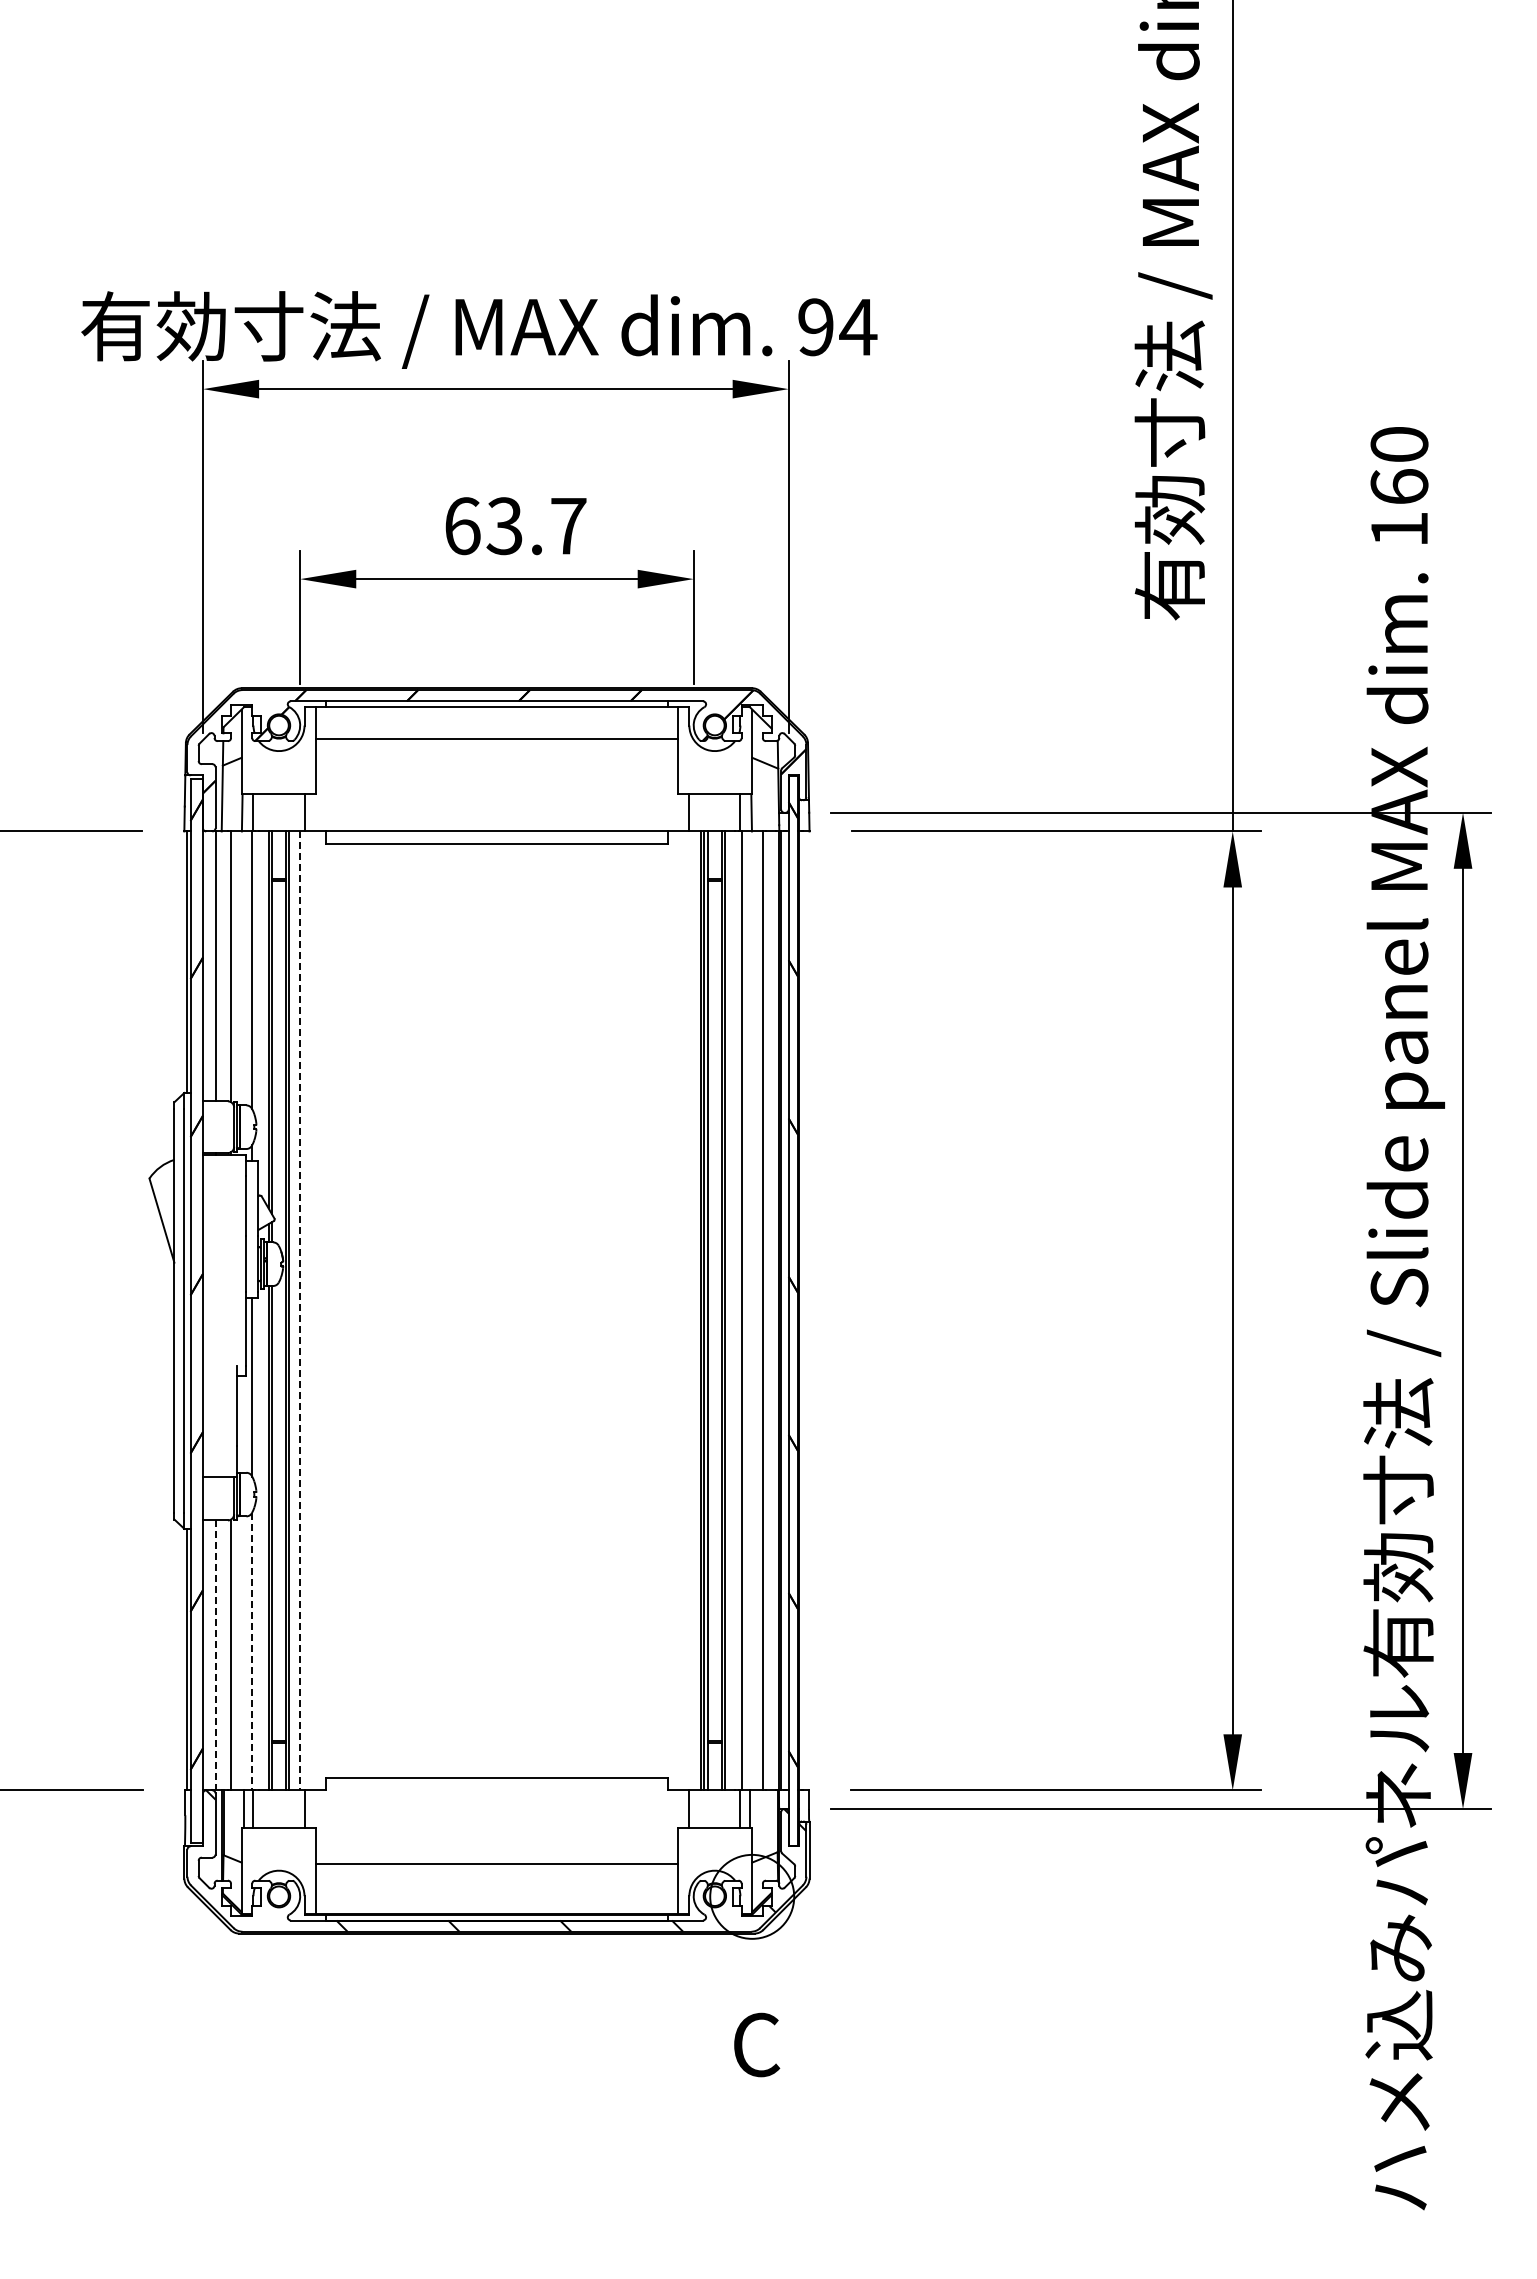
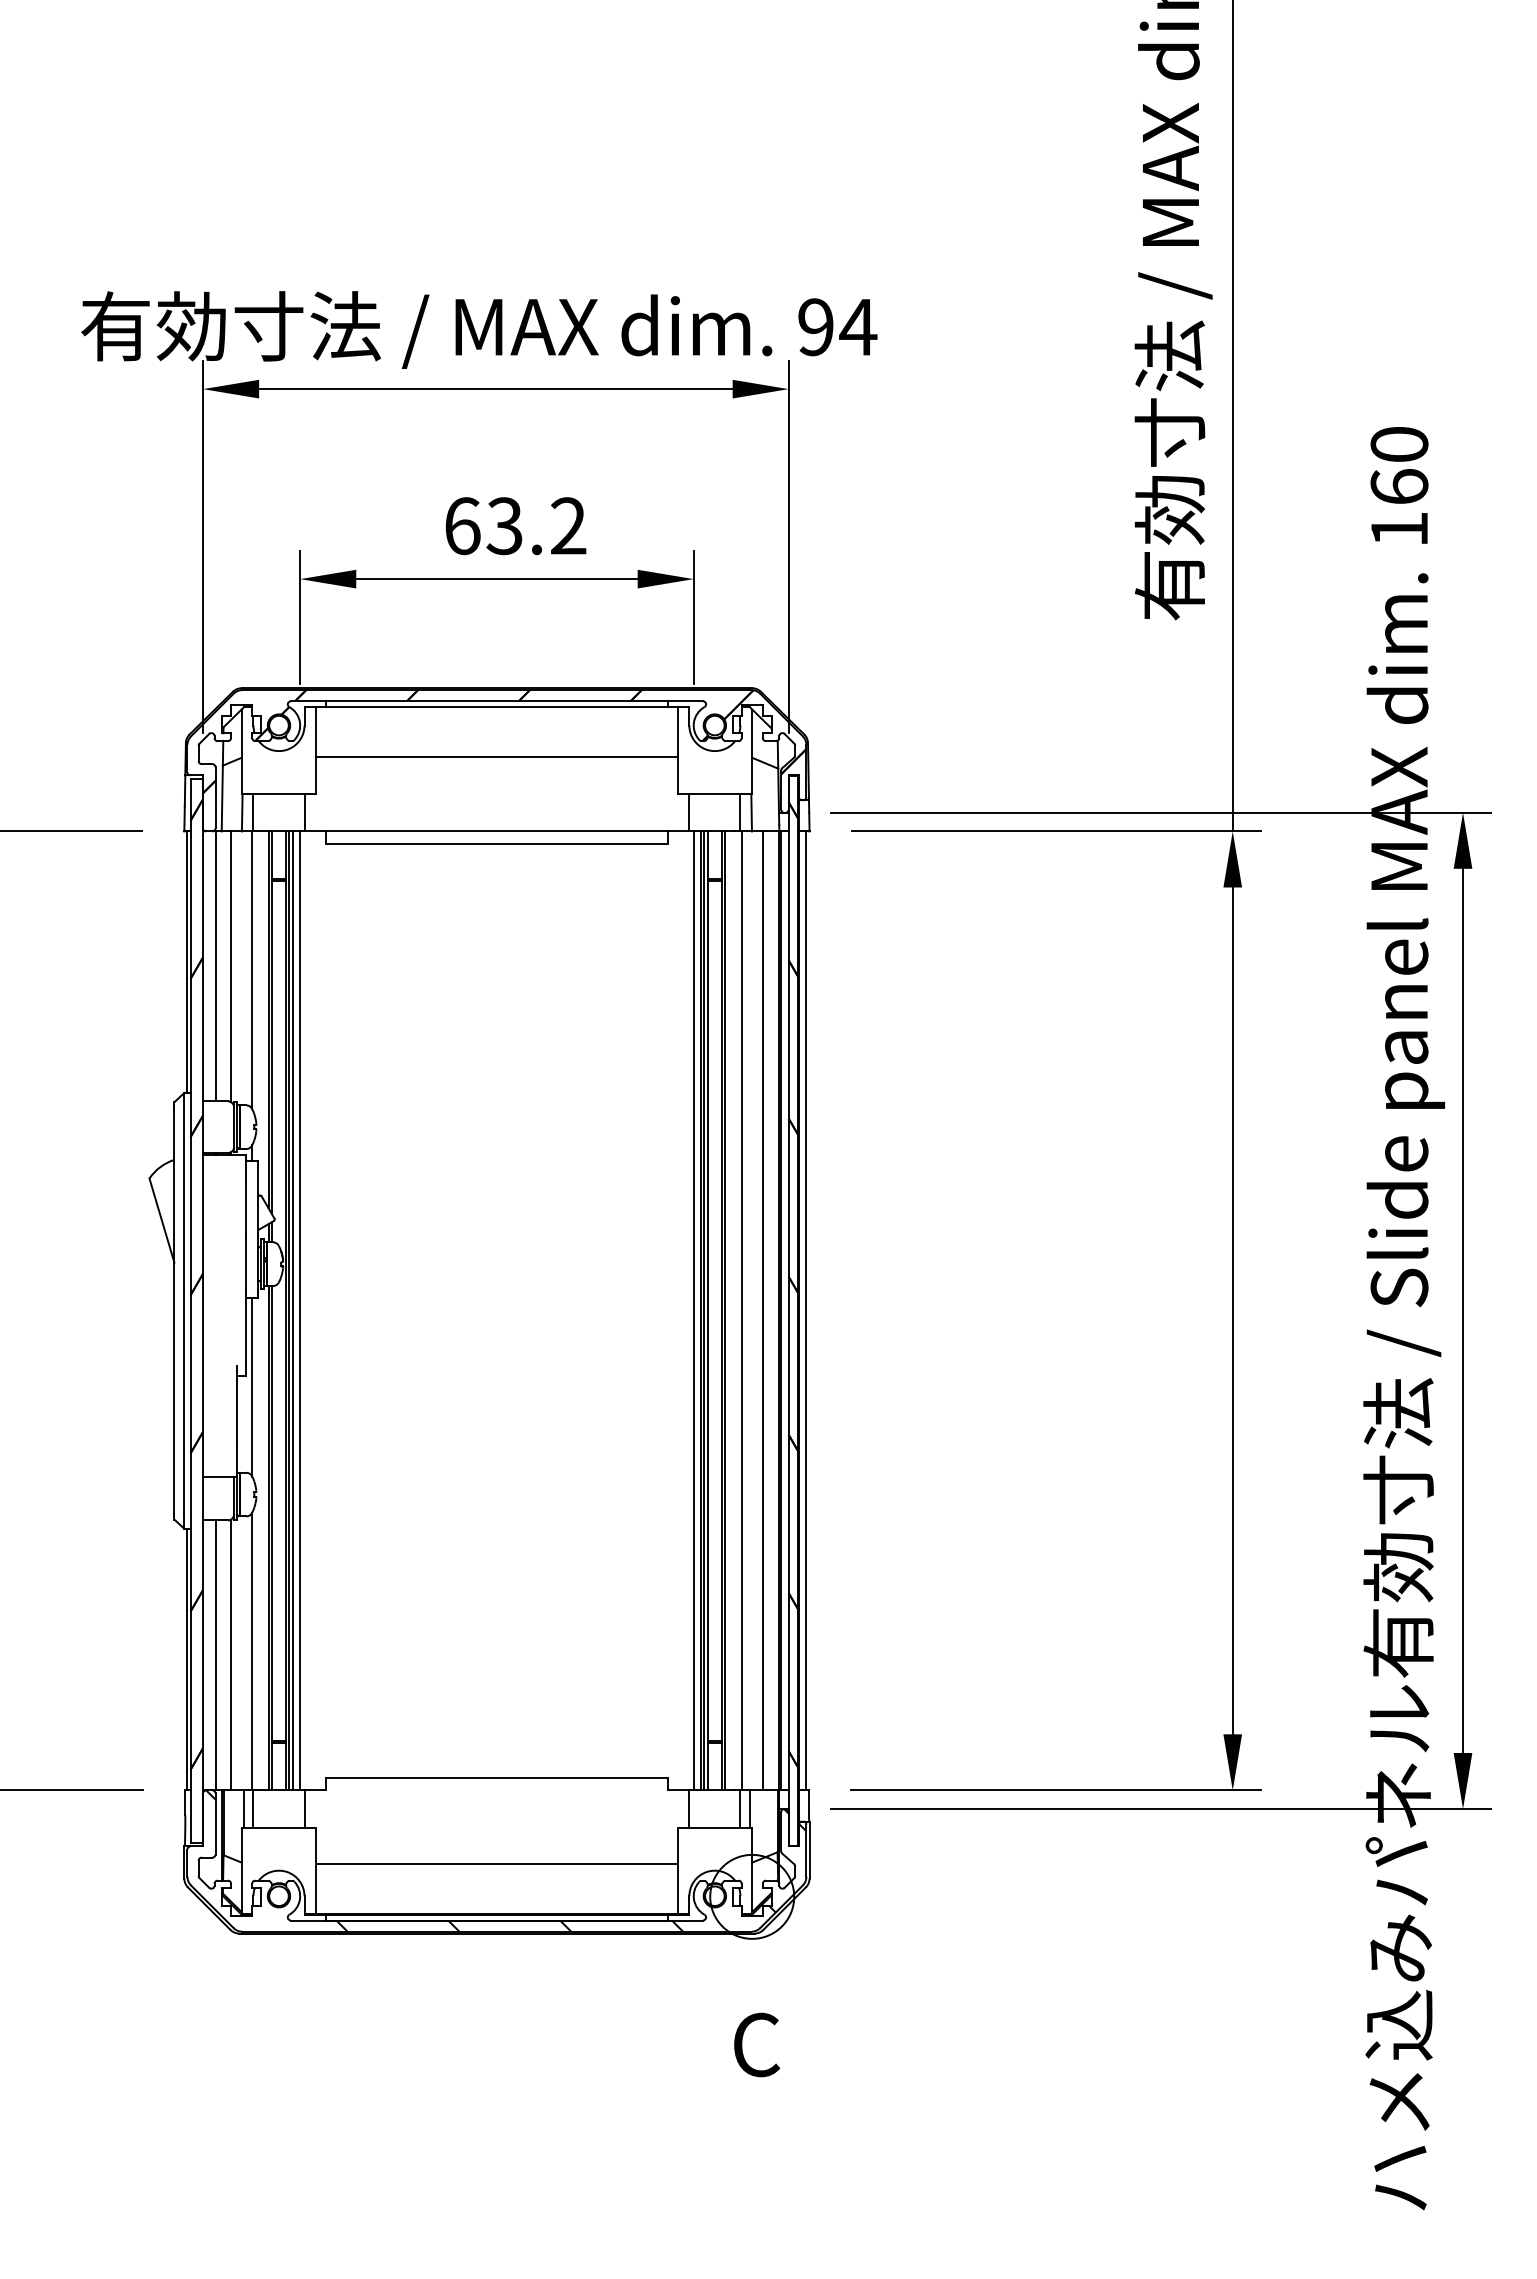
text at (568, 525): 63.7 -> 63.2
line at (496, 738) position: (496, 738) -> (496, 756)
line at (292, 1310): none -> present
line at (693, 1310): none -> present
line at (806, 1310): none -> present
line at (300, 1311): dashed -> solid
line at (252, 1651): dashed -> solid
line at (215, 1655): dashed -> solid
